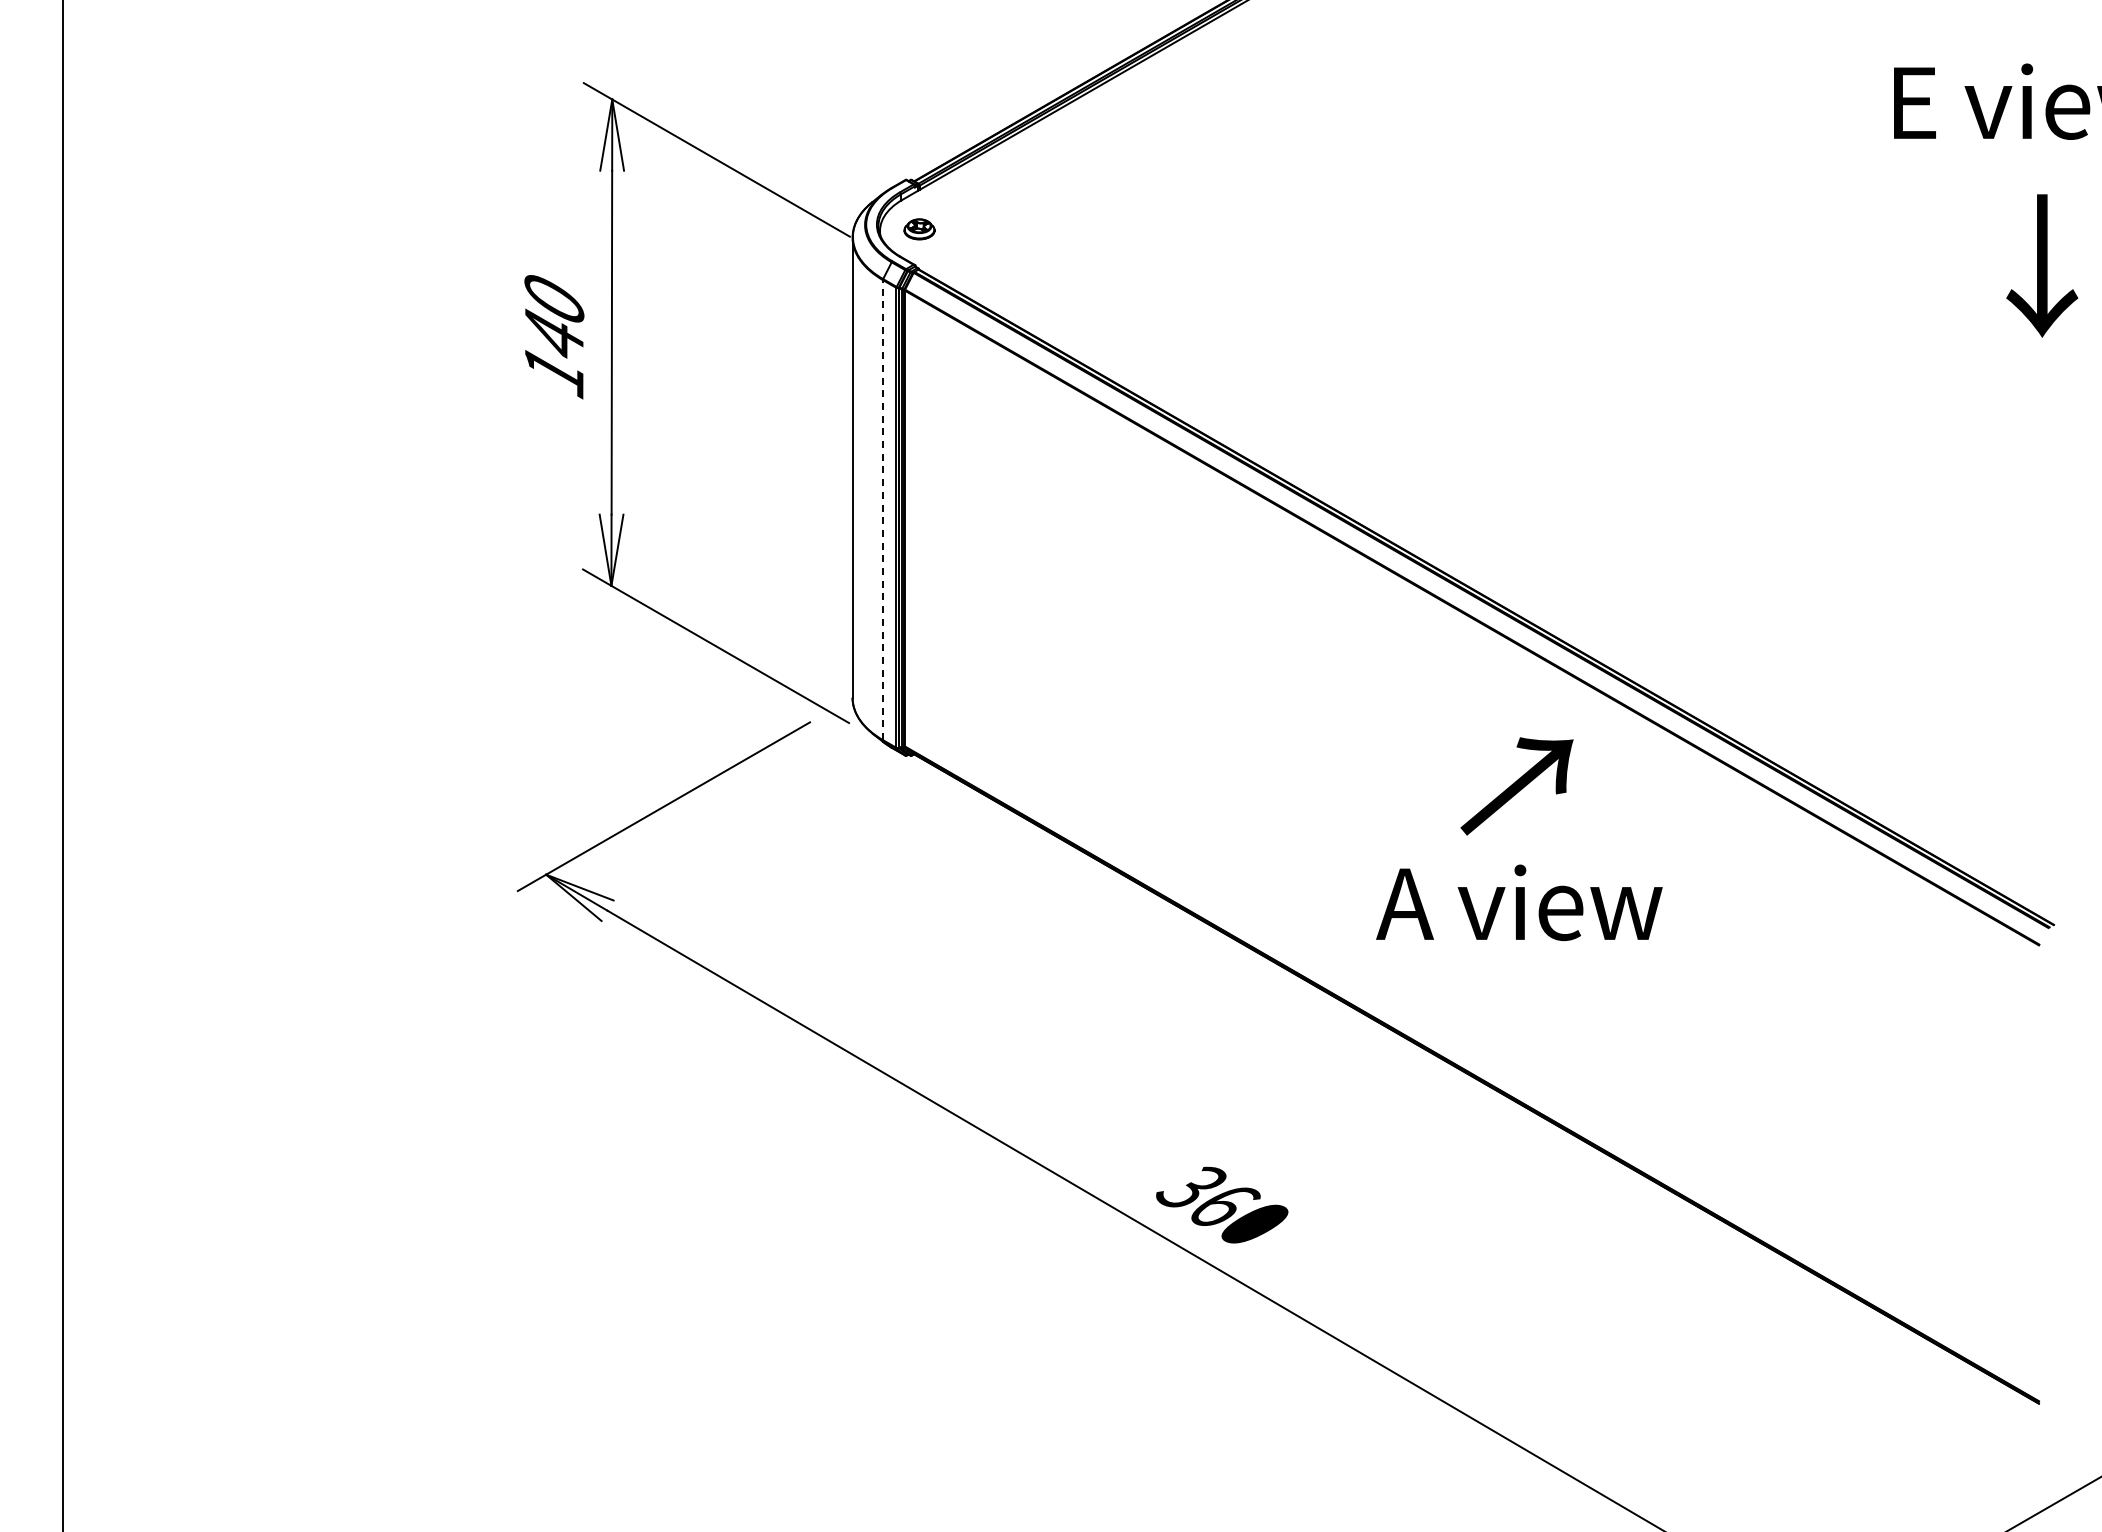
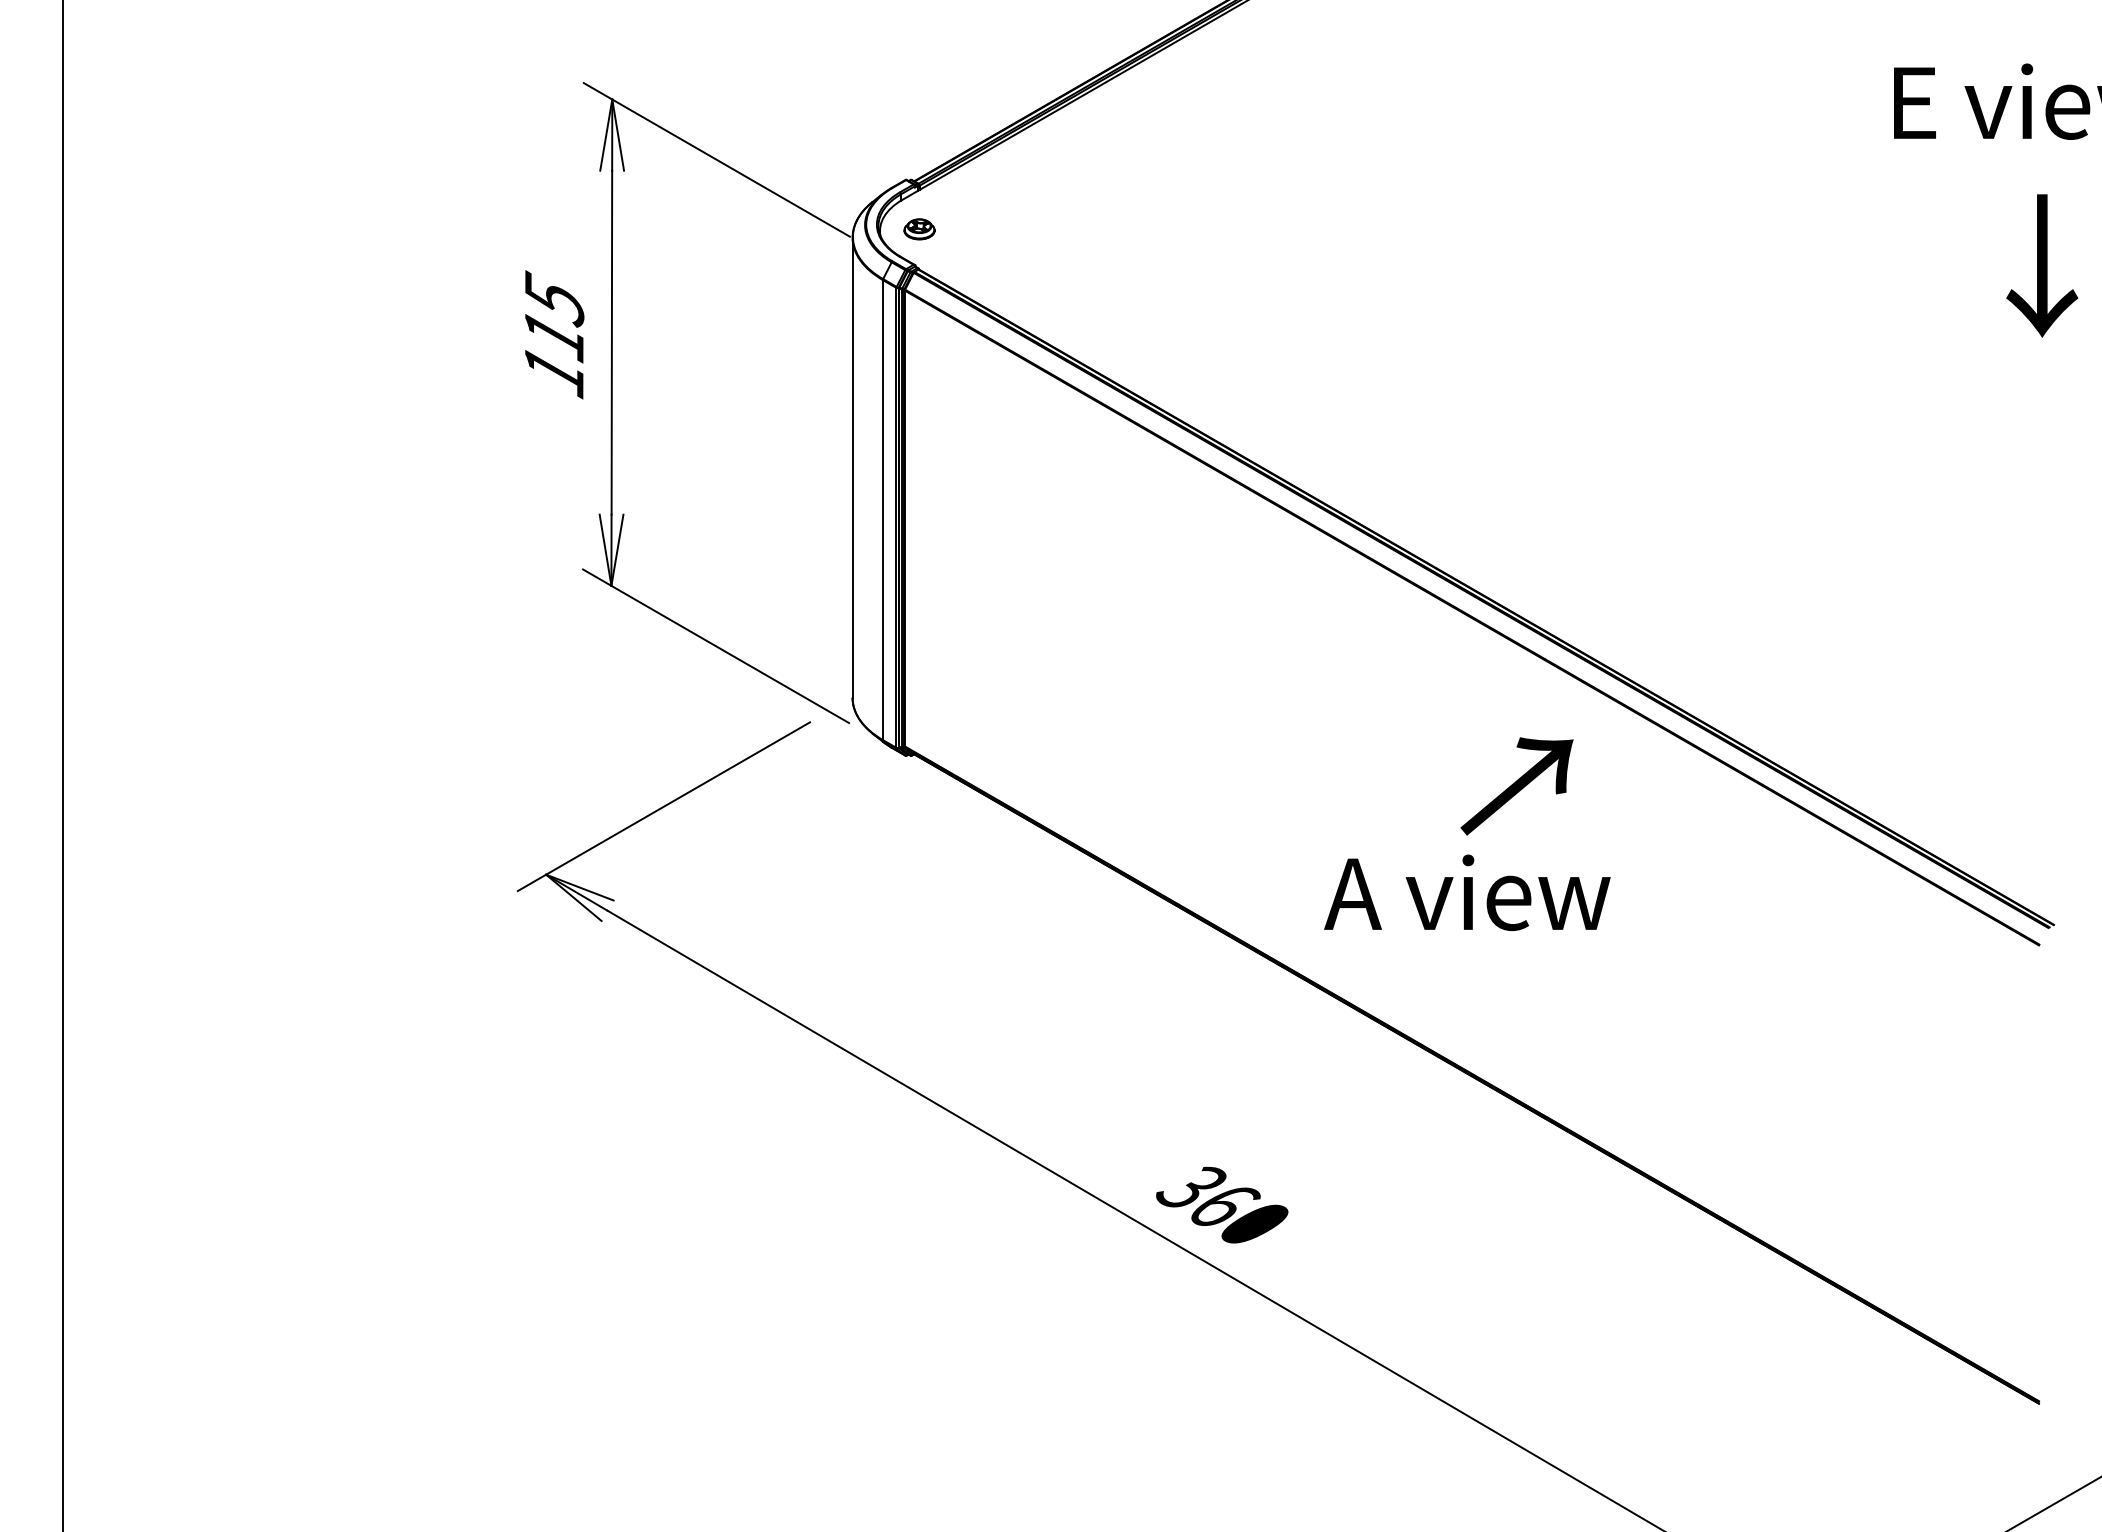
text at (554, 316): 140 -> 115
line at (882, 510): dashed -> solid
text at (1519, 902) position: (1519, 902) -> (1467, 892)
